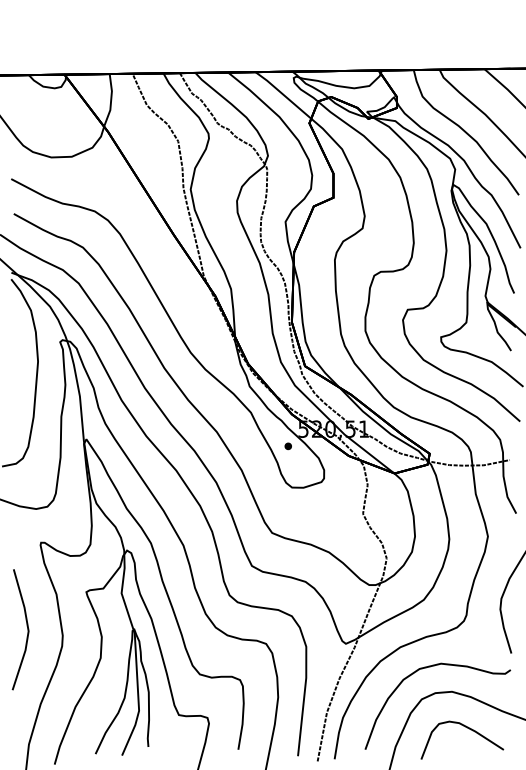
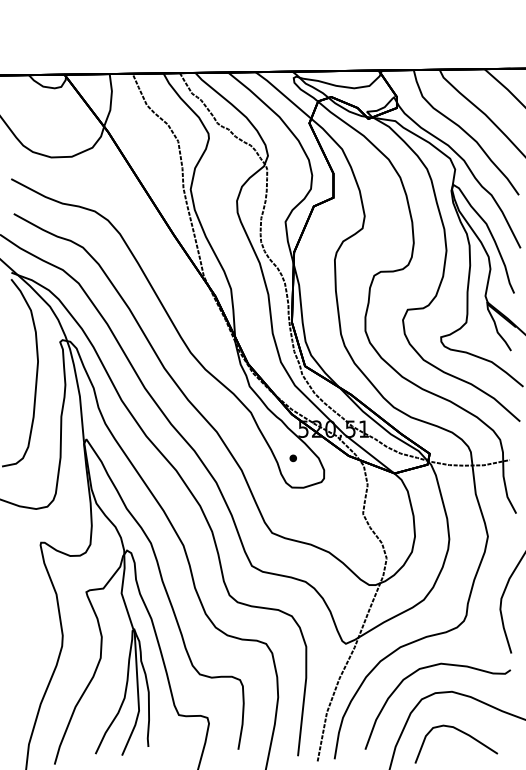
part at (287, 446) position: (287, 446) -> (292, 458)
line at (26, 626): present -> none
curve at (467, 728) position: (467, 728) -> (461, 732)
